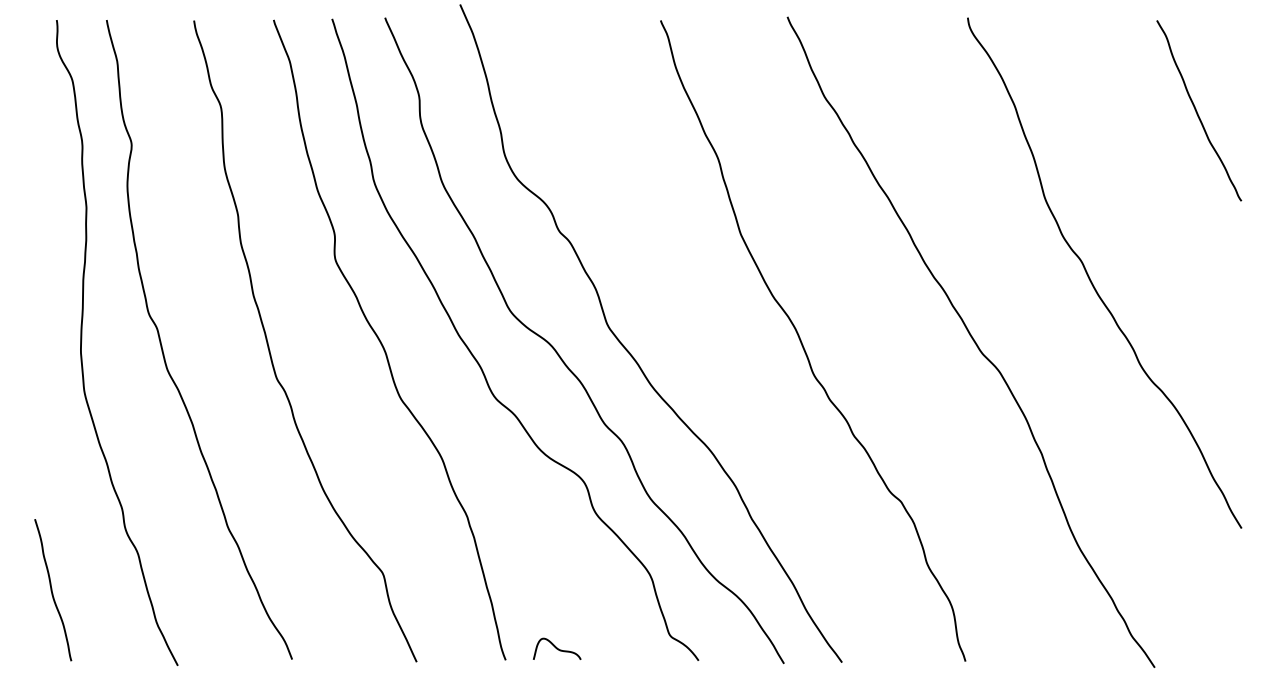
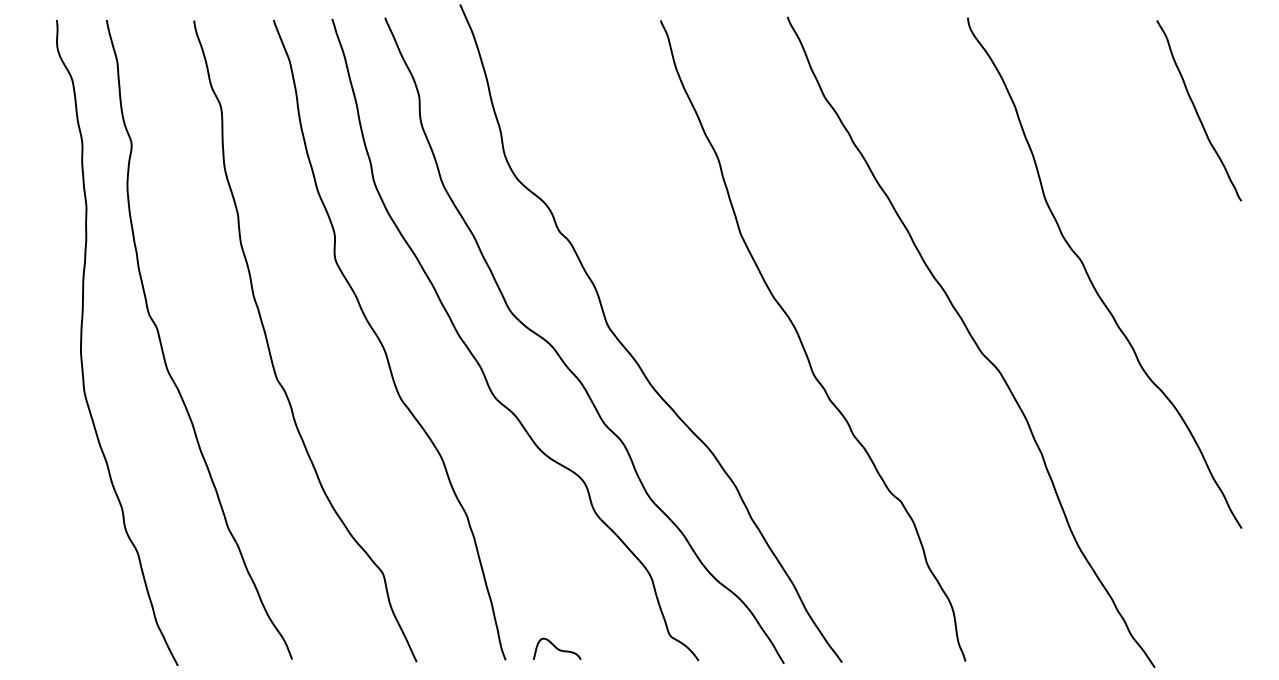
curve at (52, 590): present -> none
